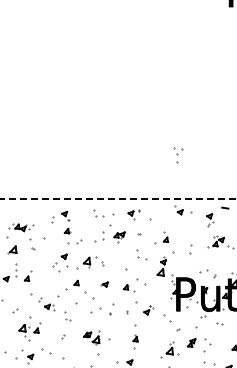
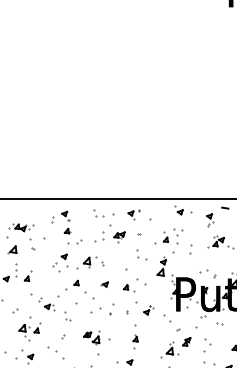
part at (178, 155) position: (178, 155) -> (178, 236)
line at (118, 199): dashed -> solid
part at (191, 342) position: (191, 342) -> (186, 341)
part at (46, 351) position: (46, 351) -> (52, 349)
